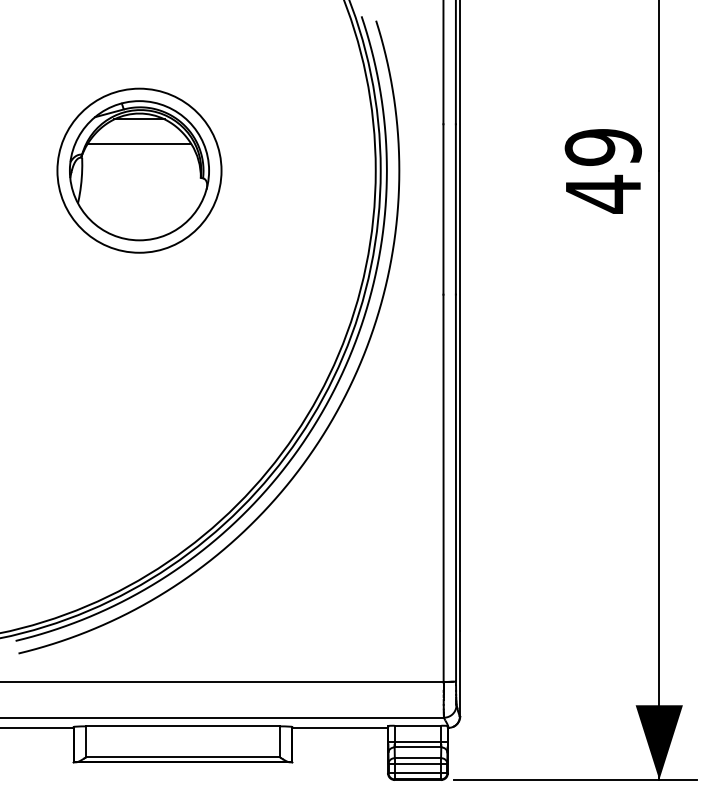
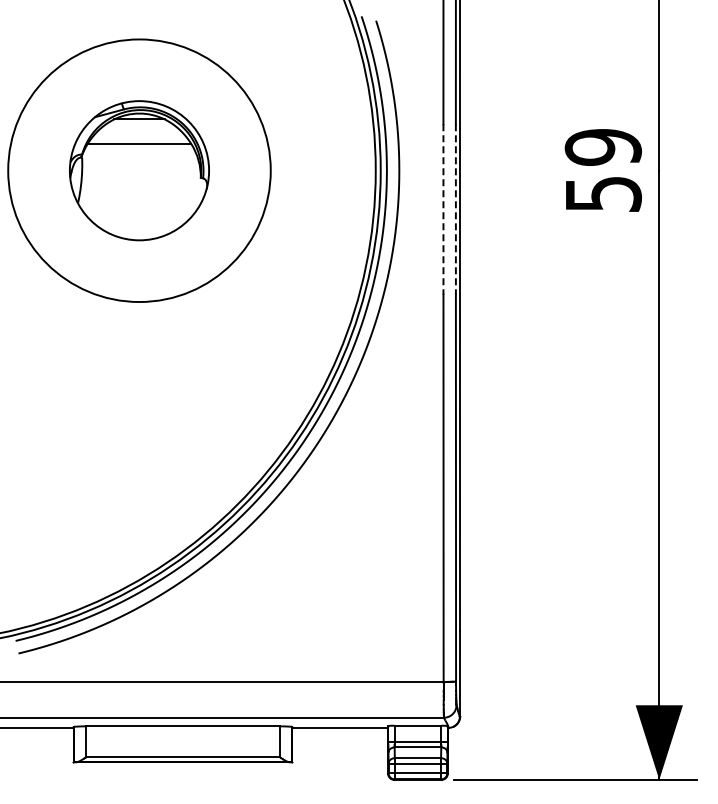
circle at (139, 170) diameter: 164 px -> 263 px
text at (604, 193): 49 -> 59
line at (443, 209): solid -> dashed
line at (455, 209): solid -> dashed
